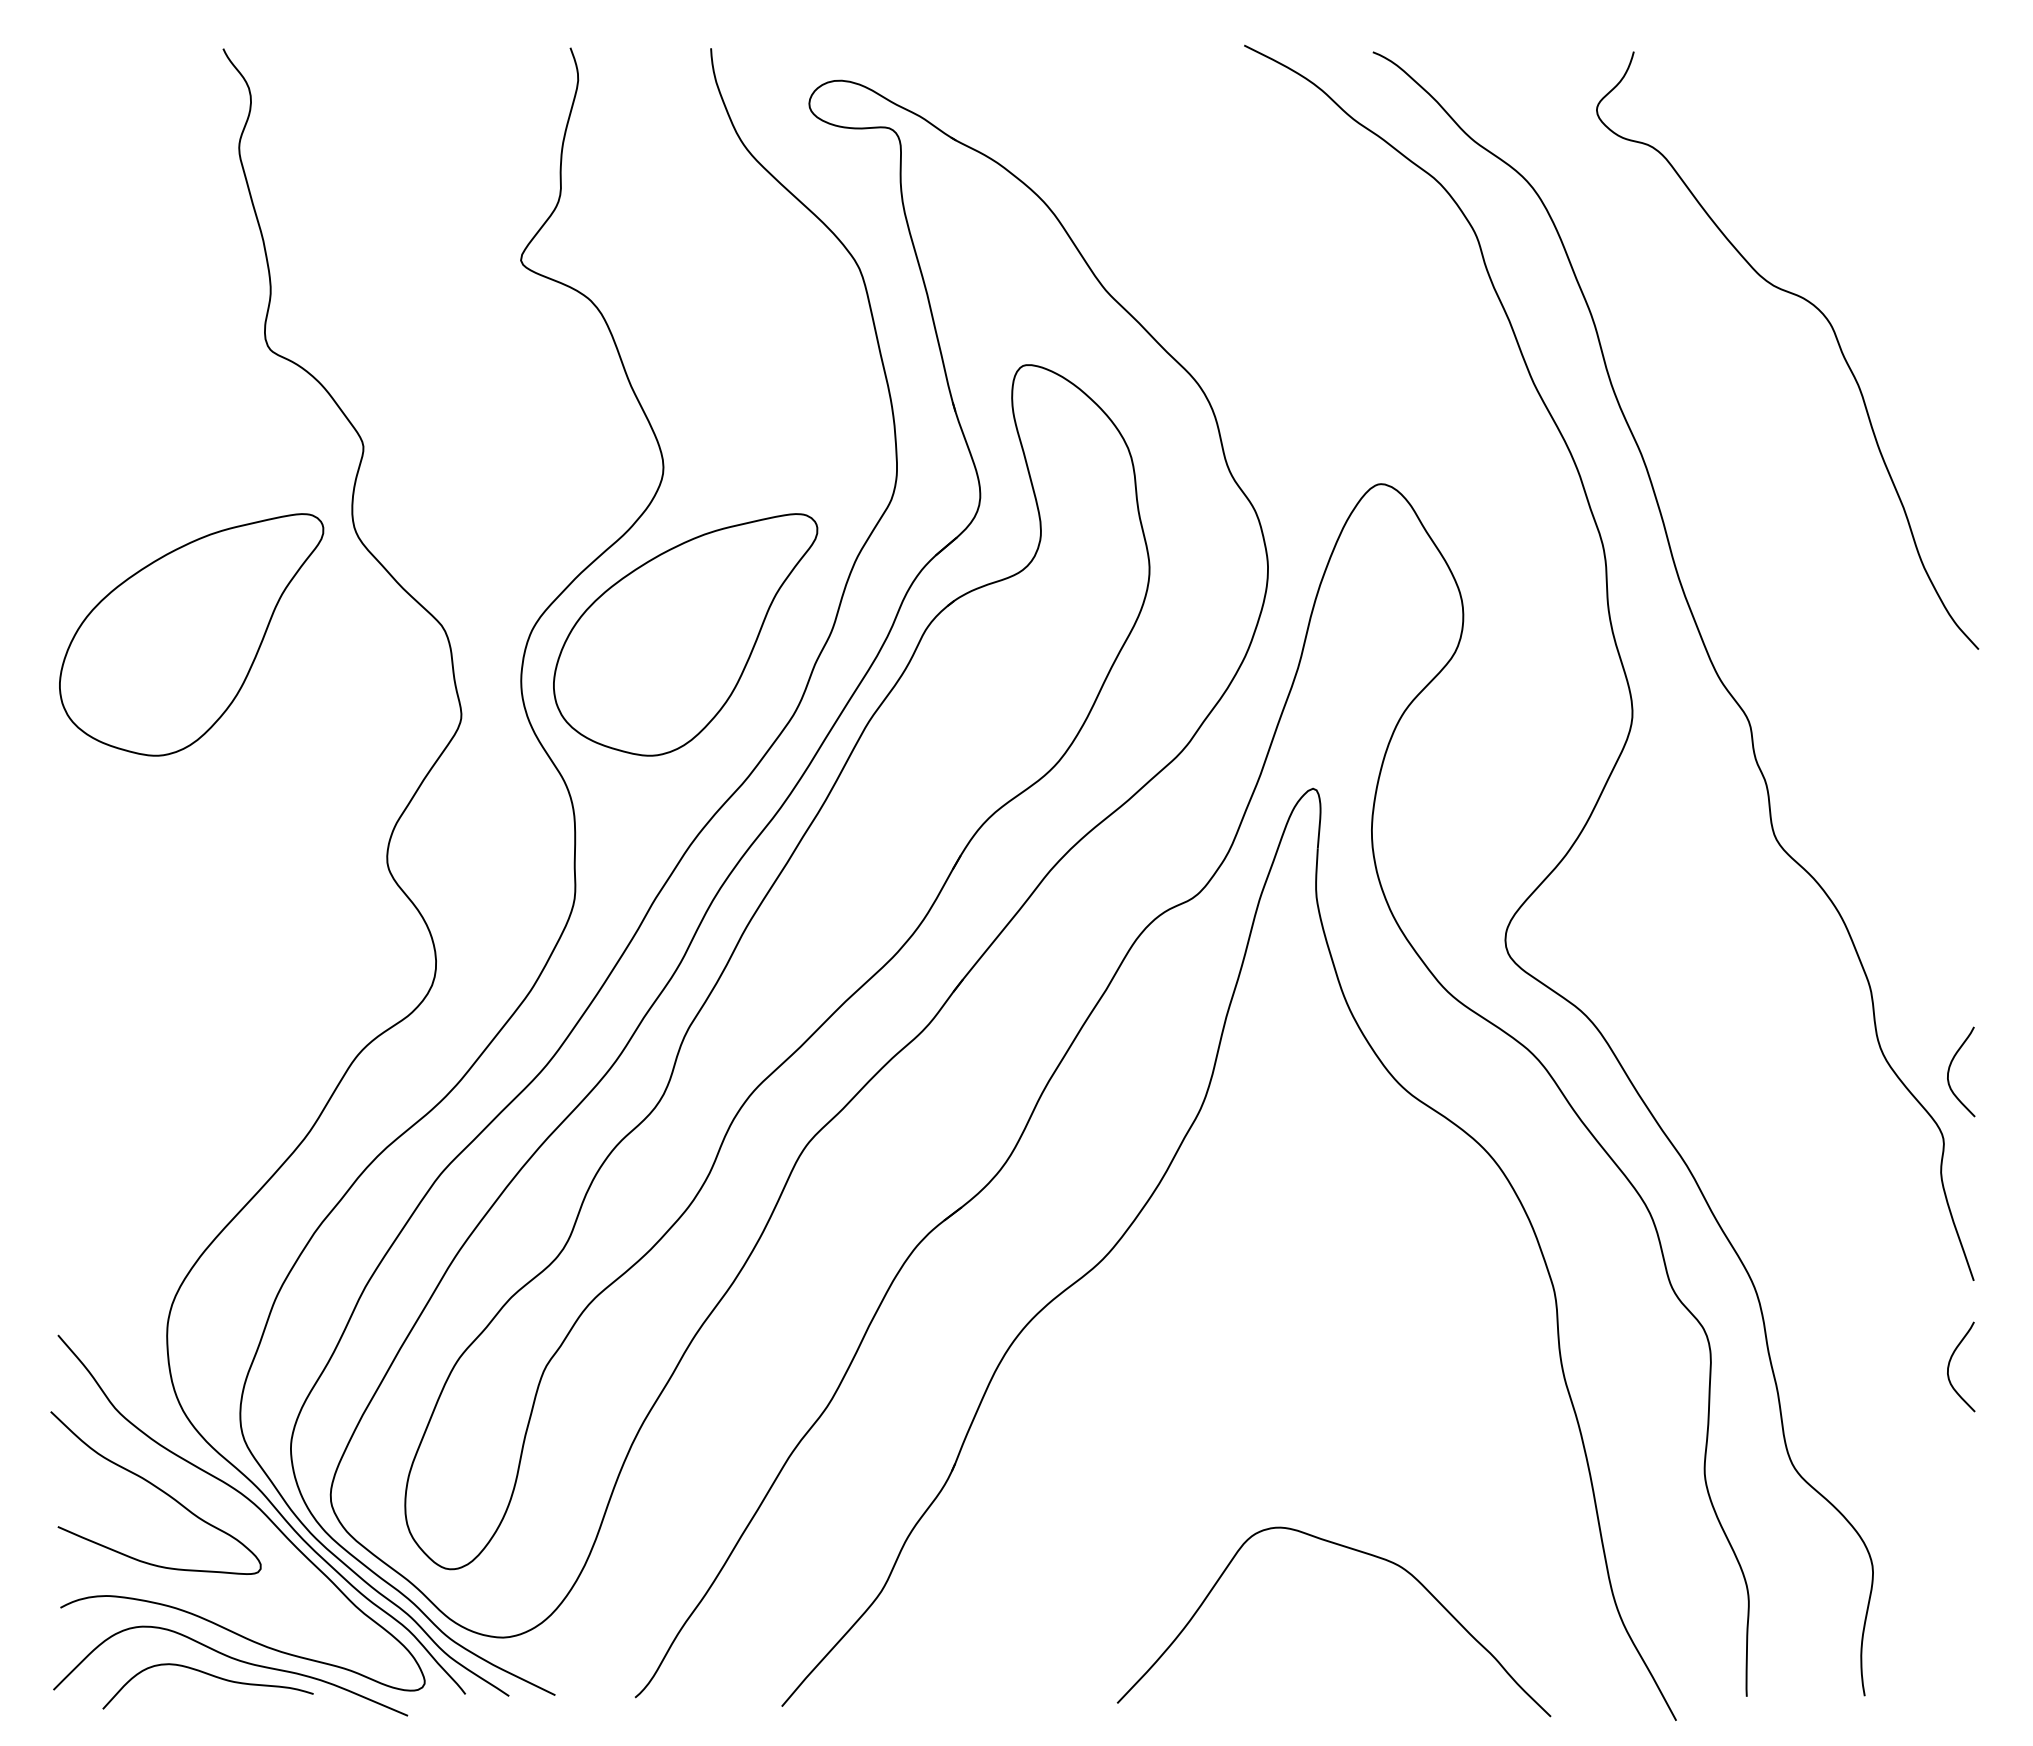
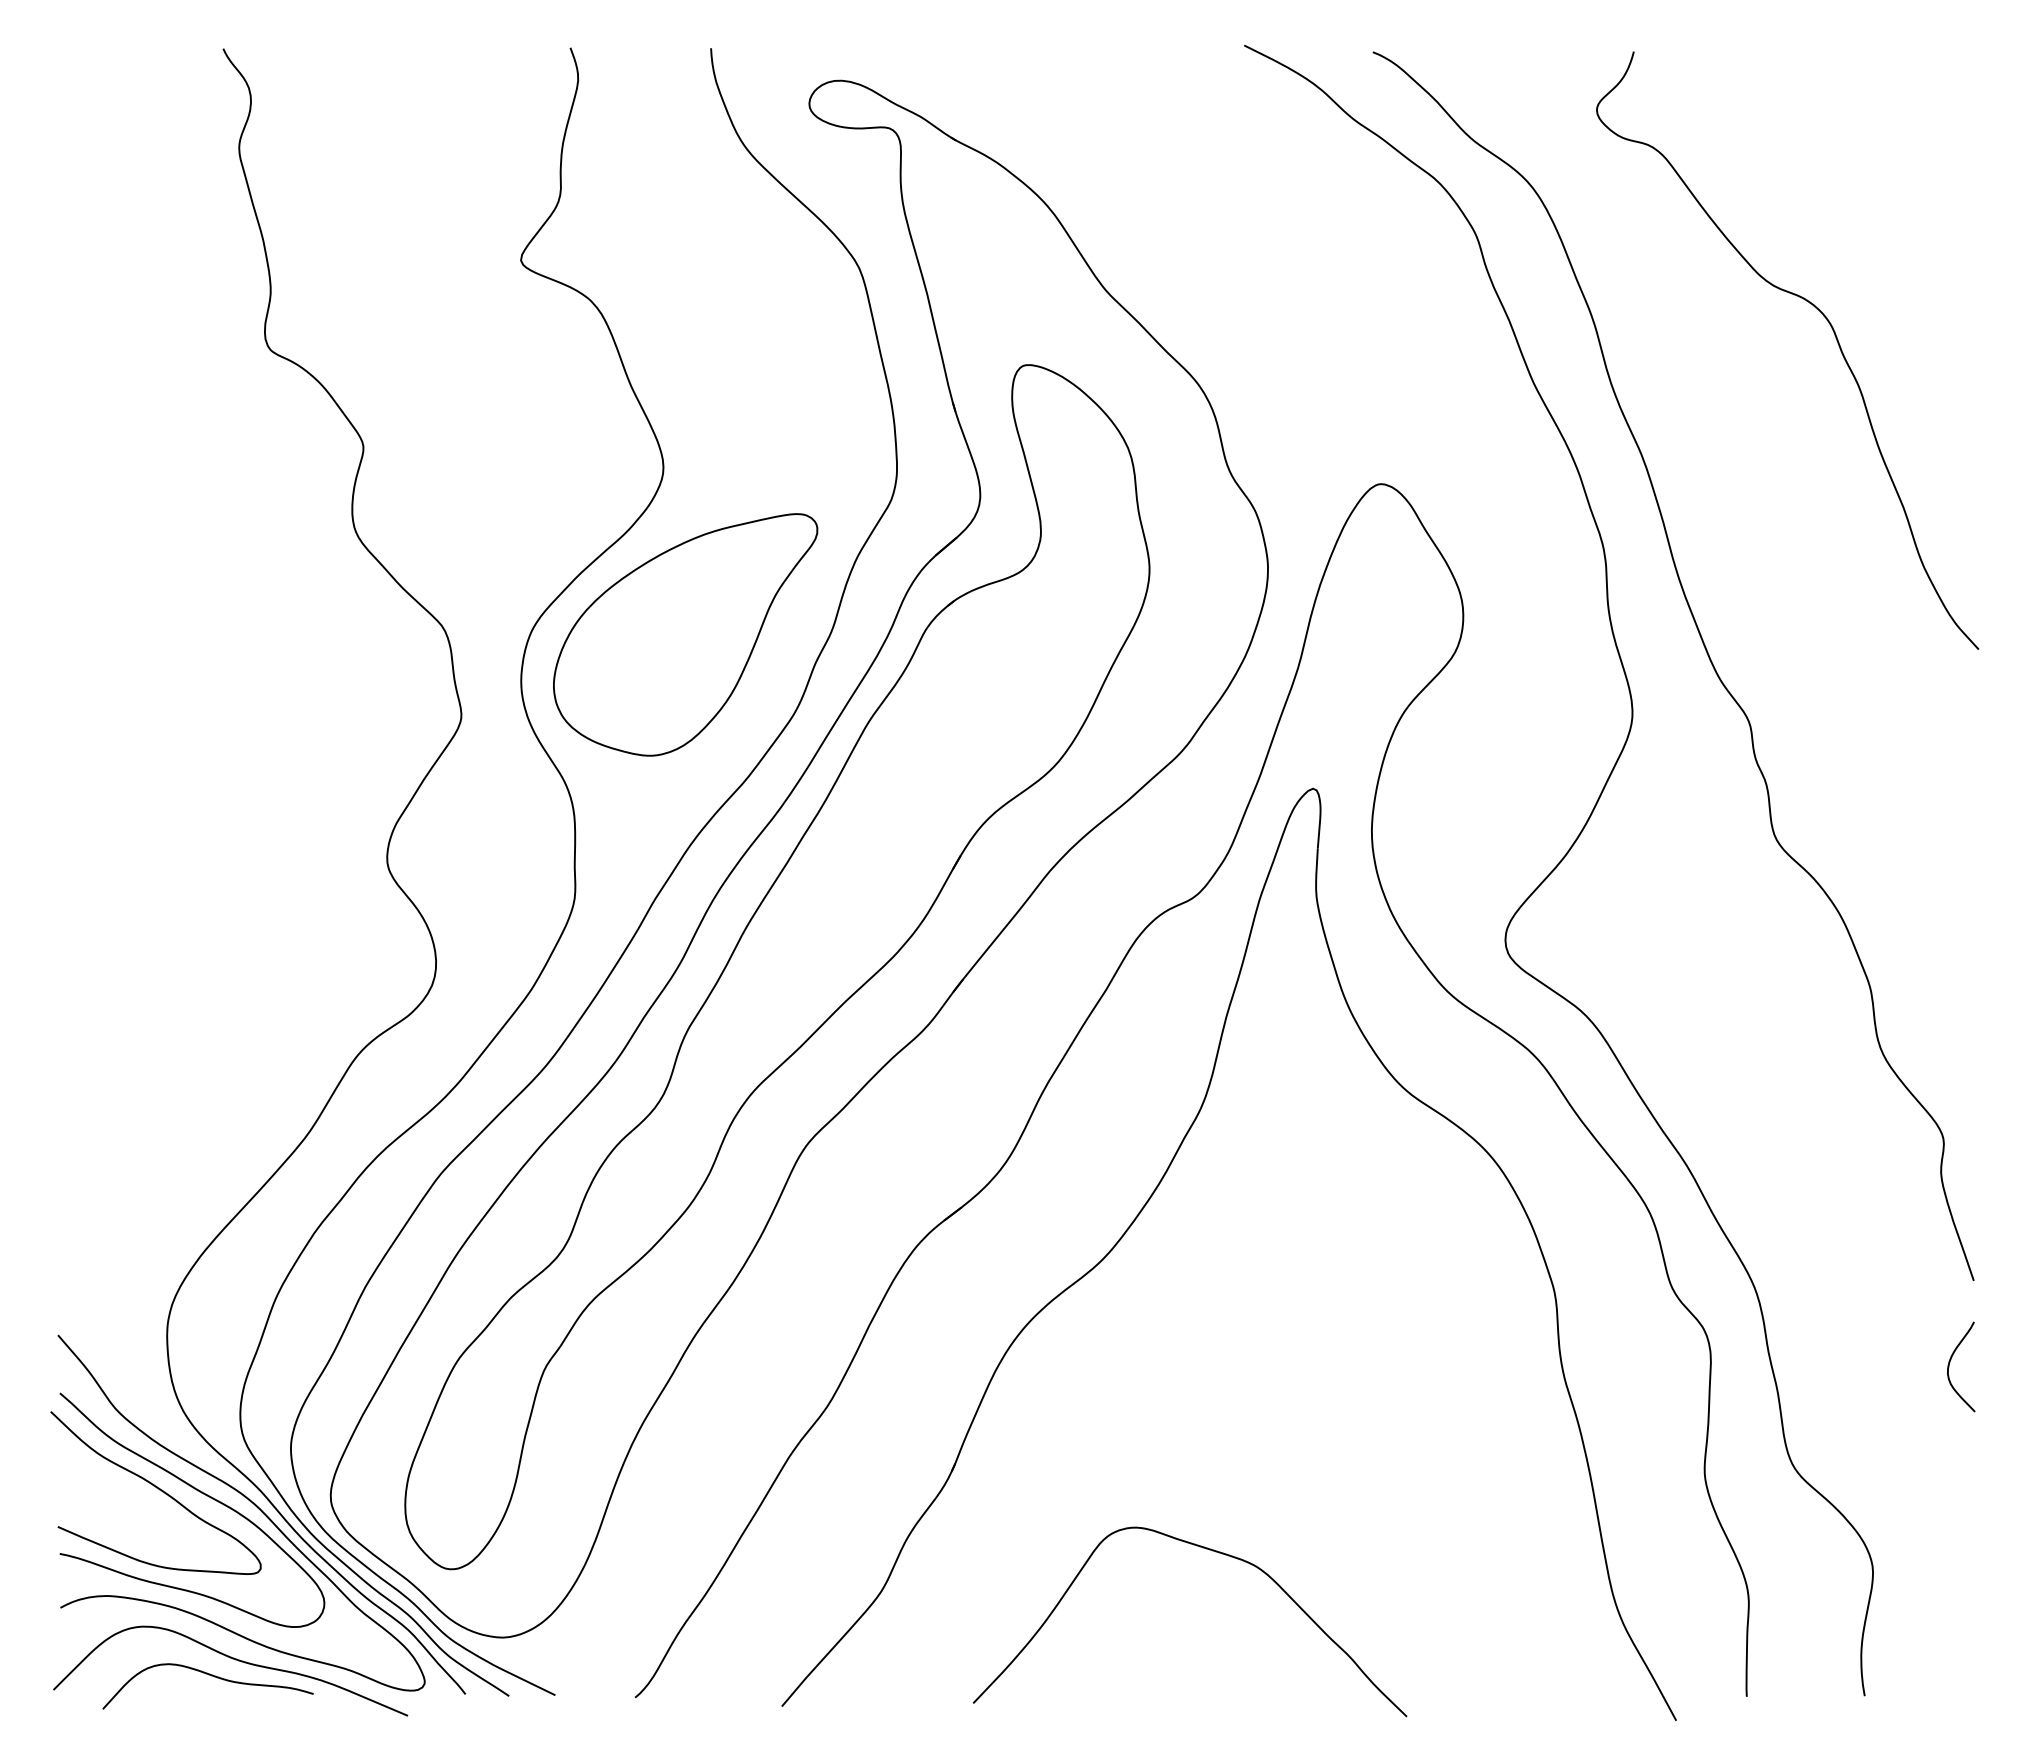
part at (191, 634): present -> none
curve at (1950, 1067): present -> none
curve at (201, 1493): none -> present
curve at (1356, 1551) position: (1356, 1551) -> (1212, 1551)
